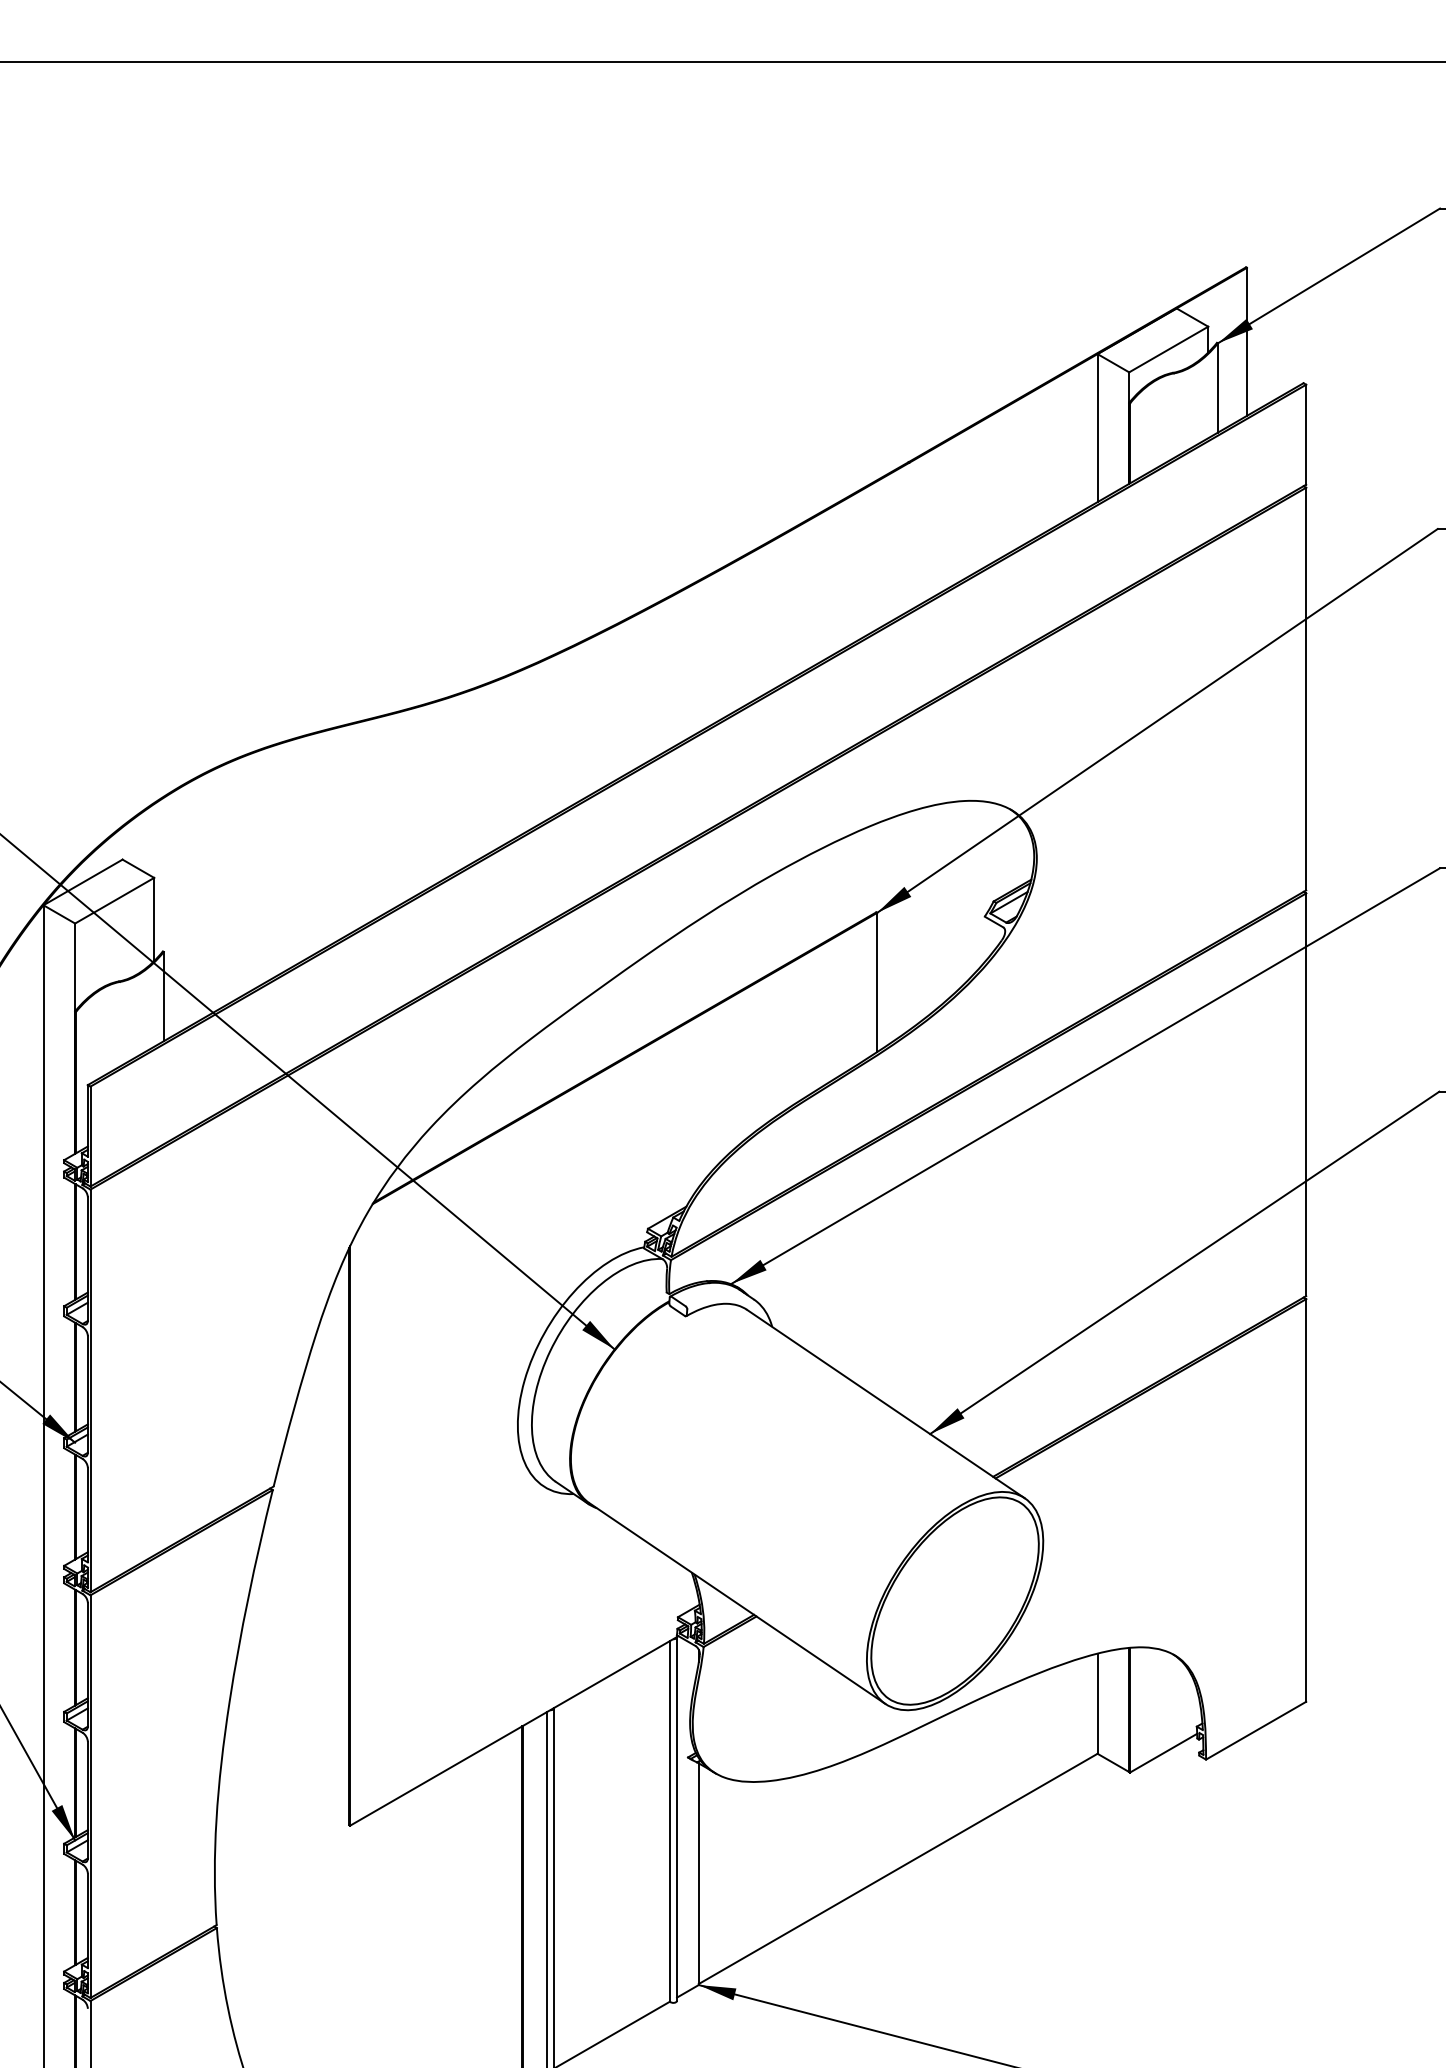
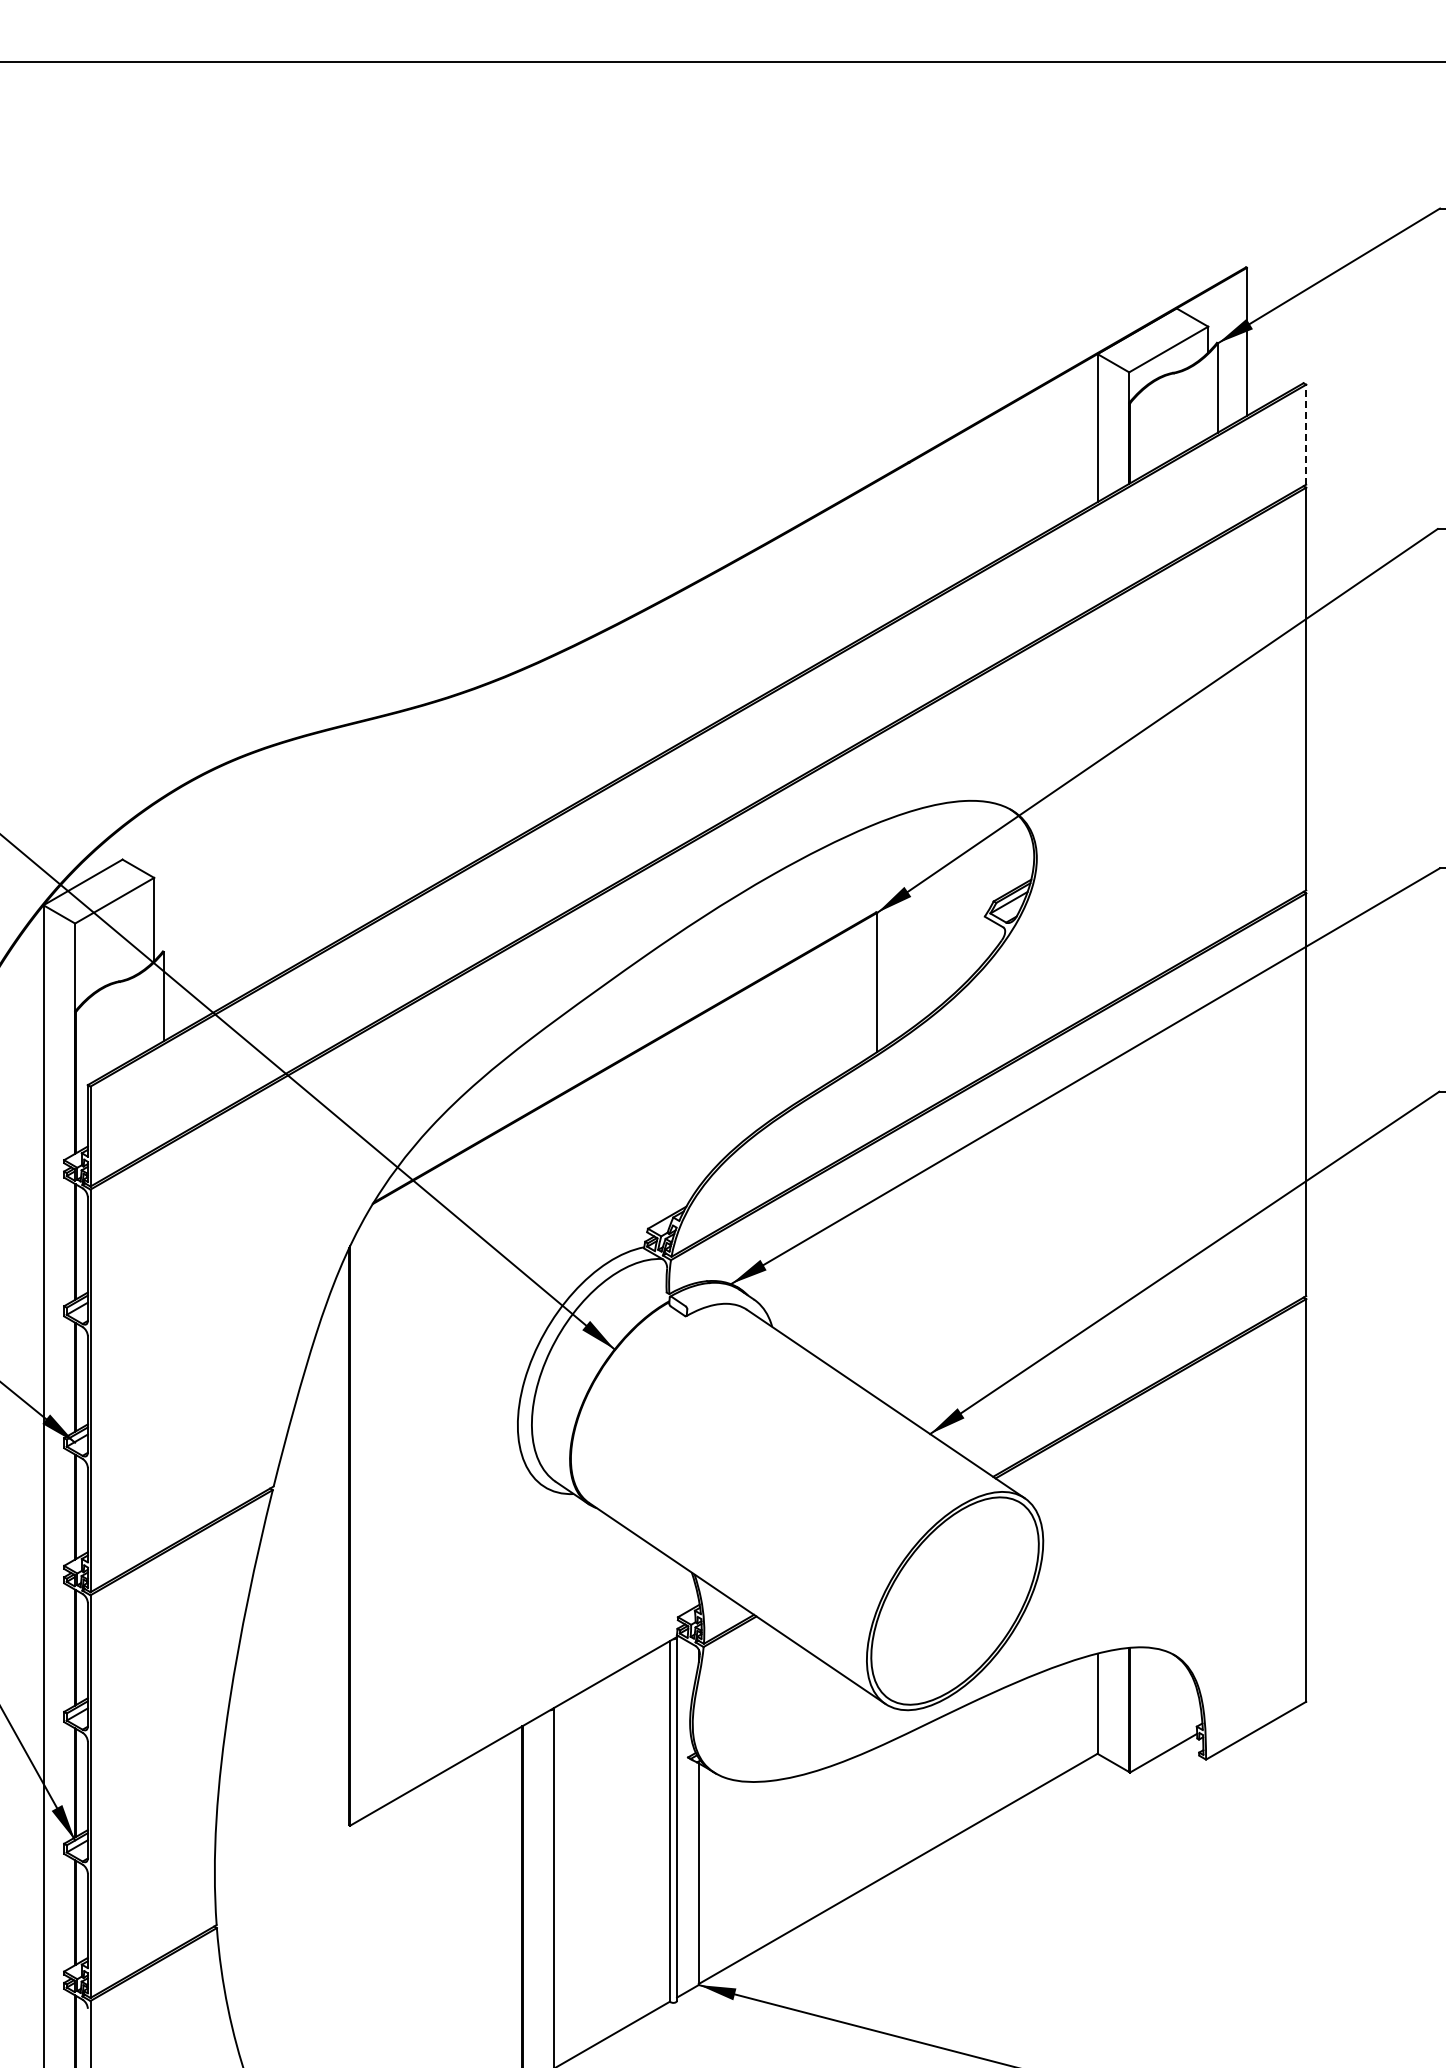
line at (1306, 434): solid -> dashed
line at (546, 1888): present -> none
